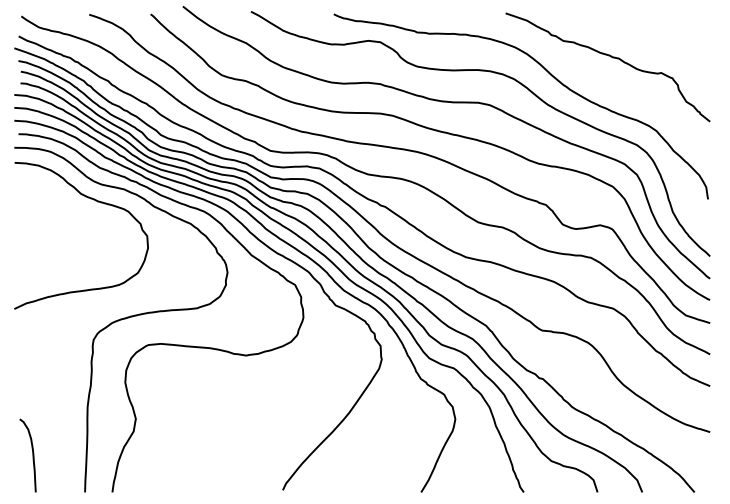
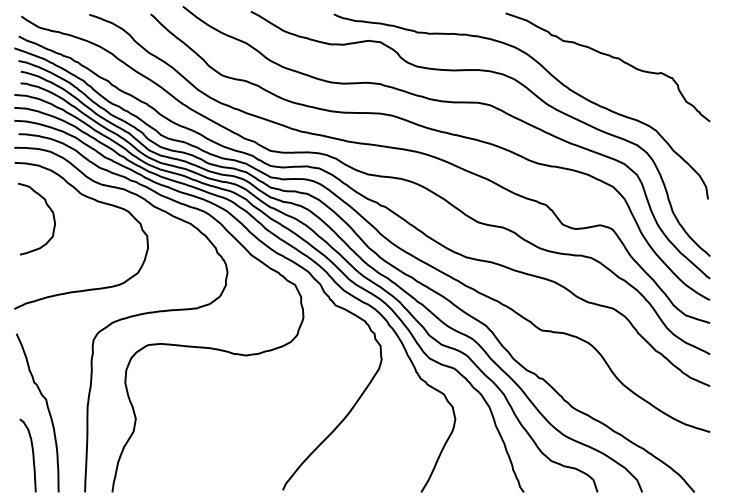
curve at (49, 209): none -> present
curve at (47, 409): none -> present
